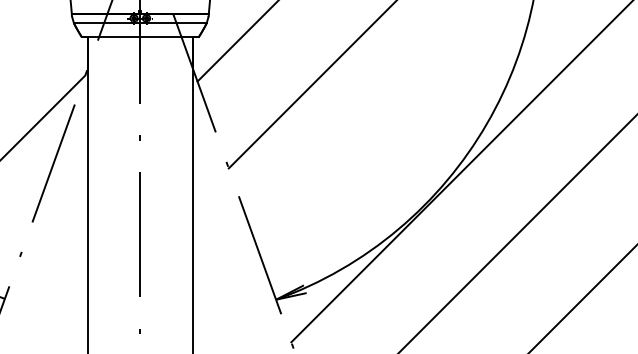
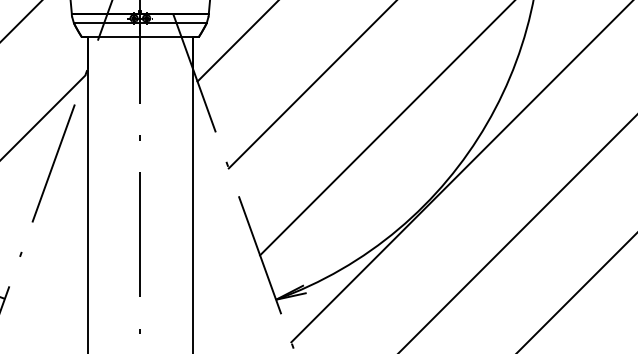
line at (21, 21): none -> present
line at (386, 128): none -> present
line at (582, 298) position: (582, 298) -> (576, 292)
